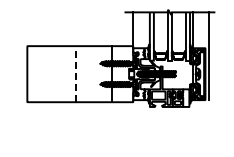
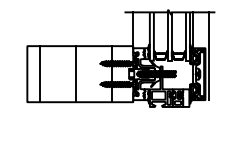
line at (76, 73): dashed -> solid
line at (39, 74): none -> present
